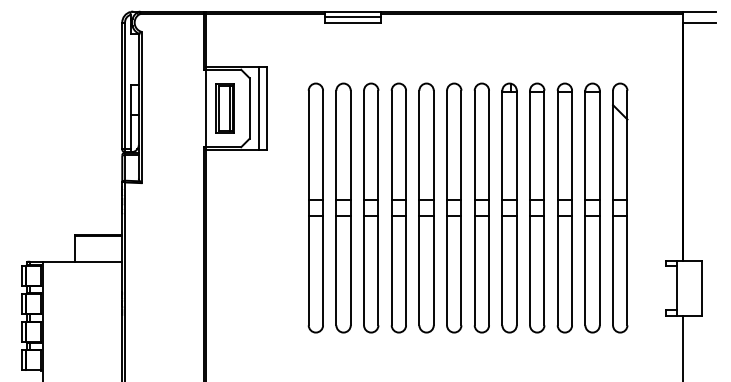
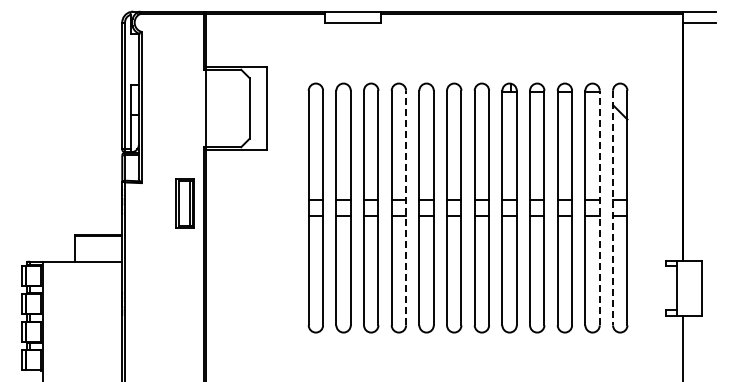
line at (352, 17): present -> none
line at (258, 107): present -> none
part at (224, 108) position: (224, 108) -> (184, 203)
line at (406, 207): solid -> dashed
line at (599, 207): solid -> dashed
line at (613, 208): solid -> dashed
